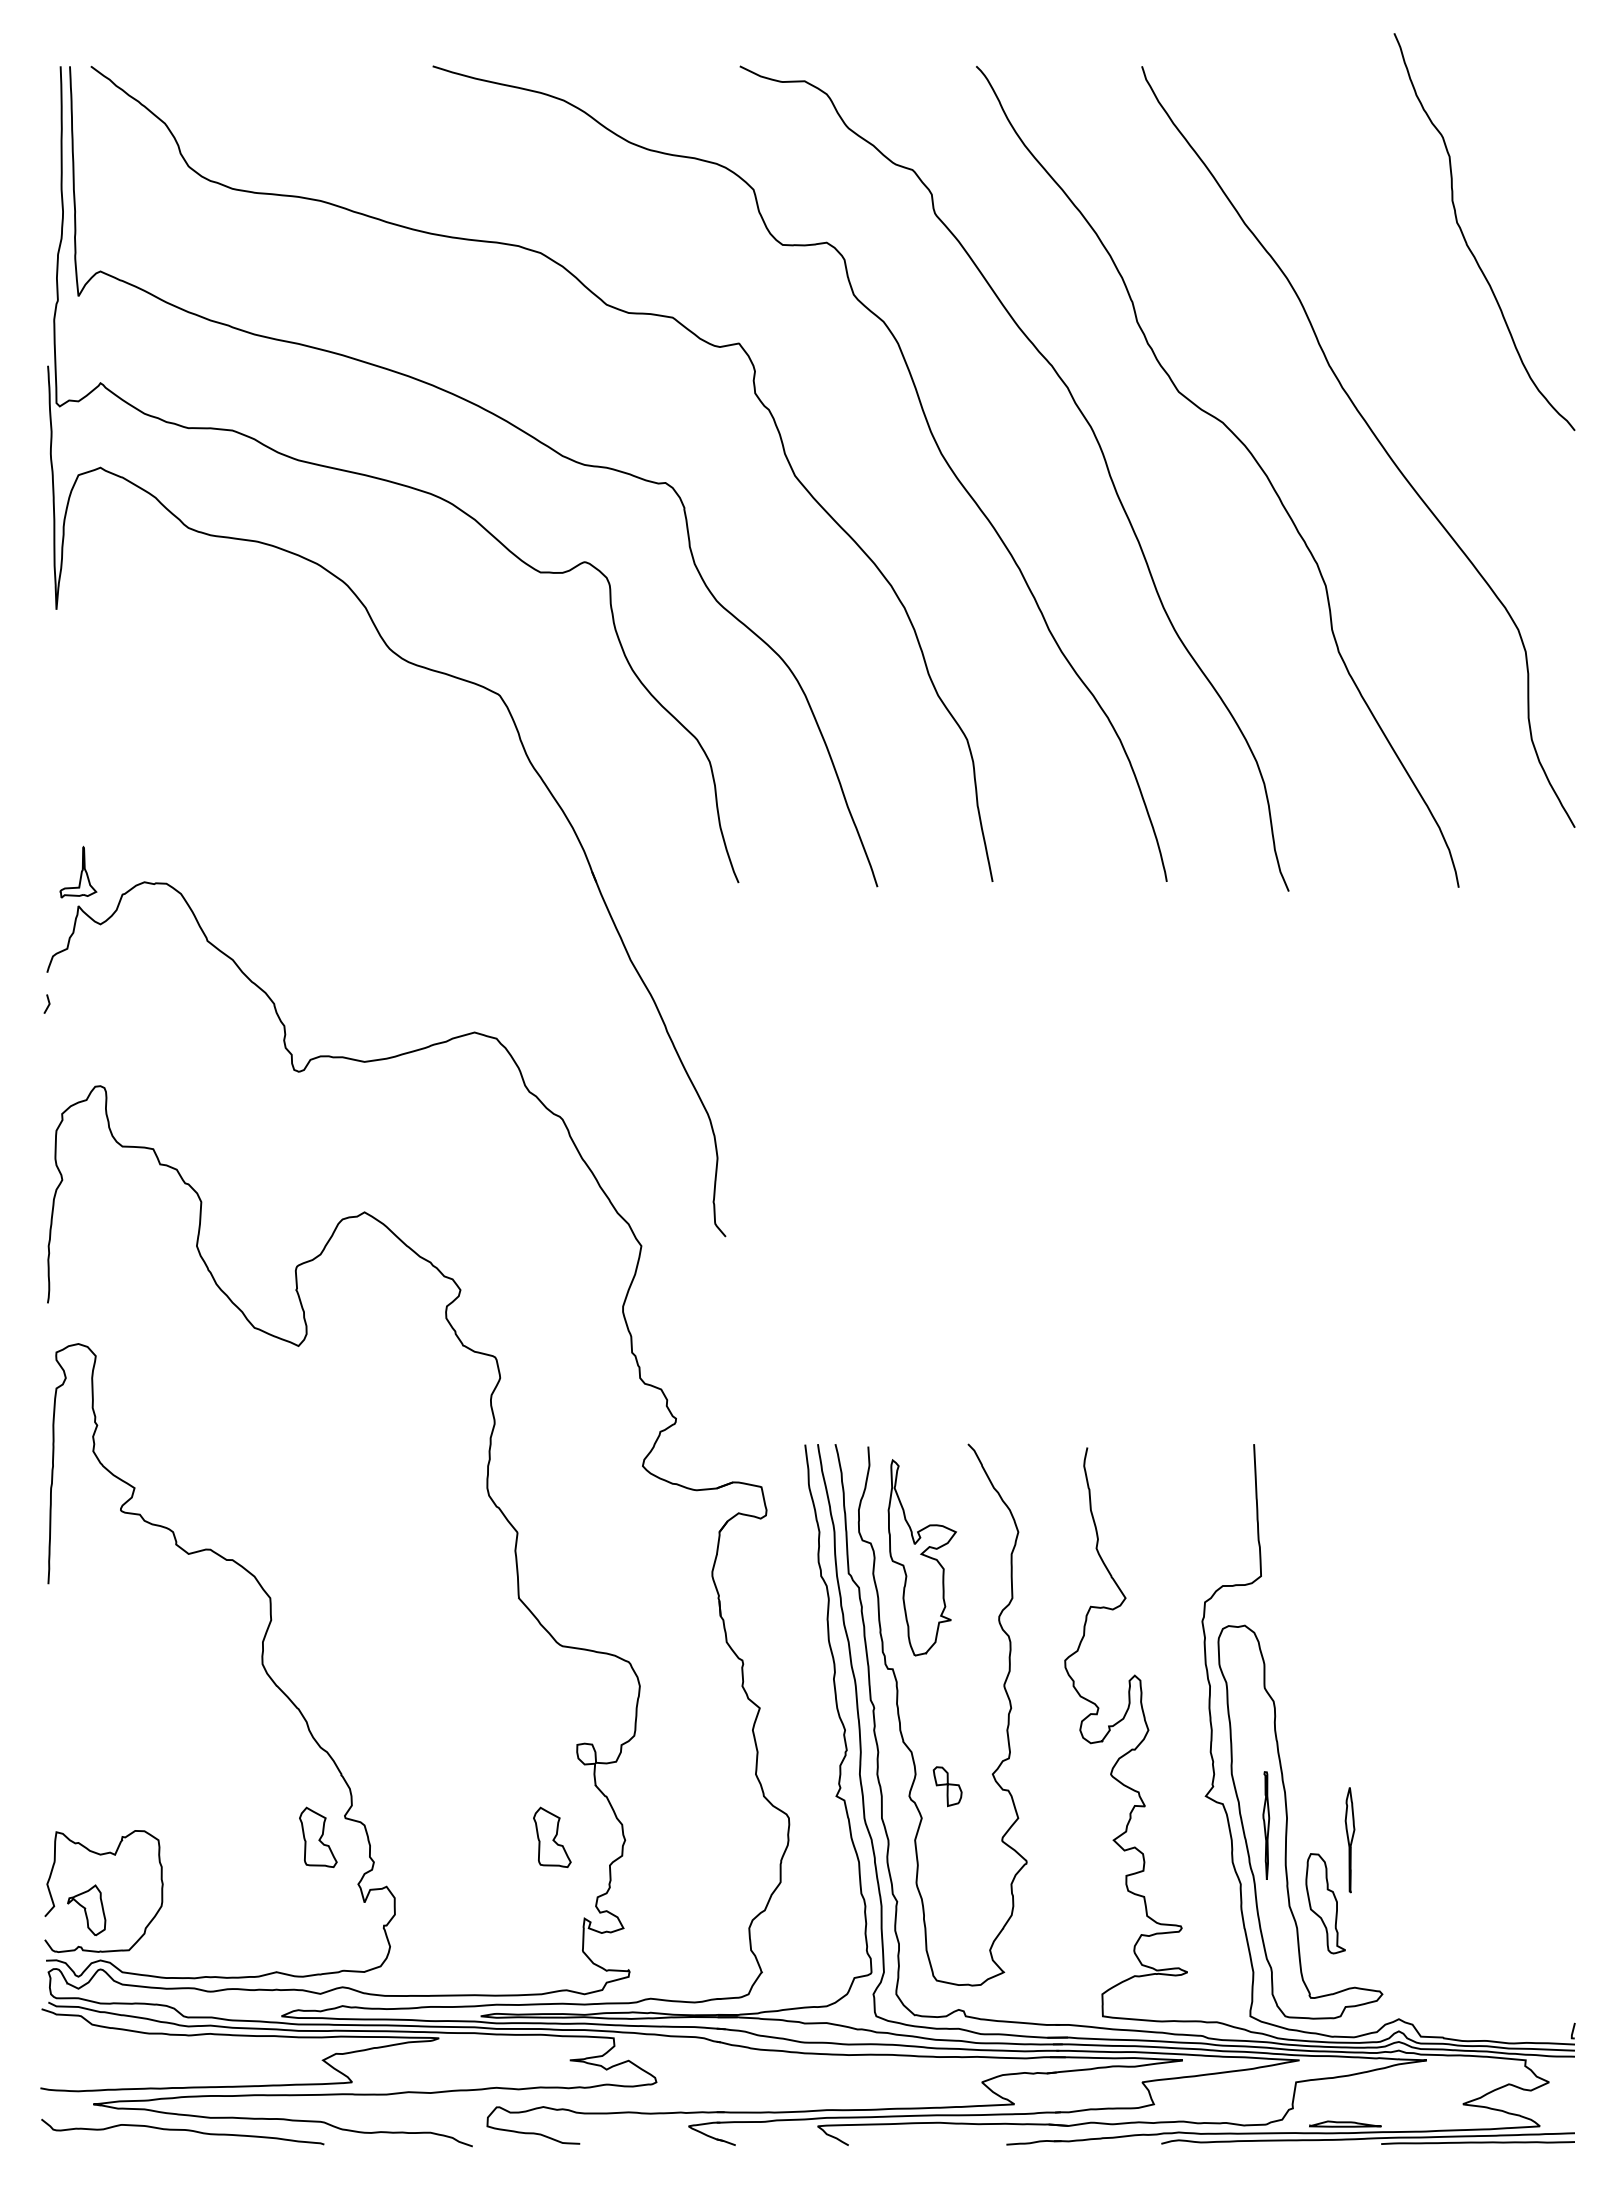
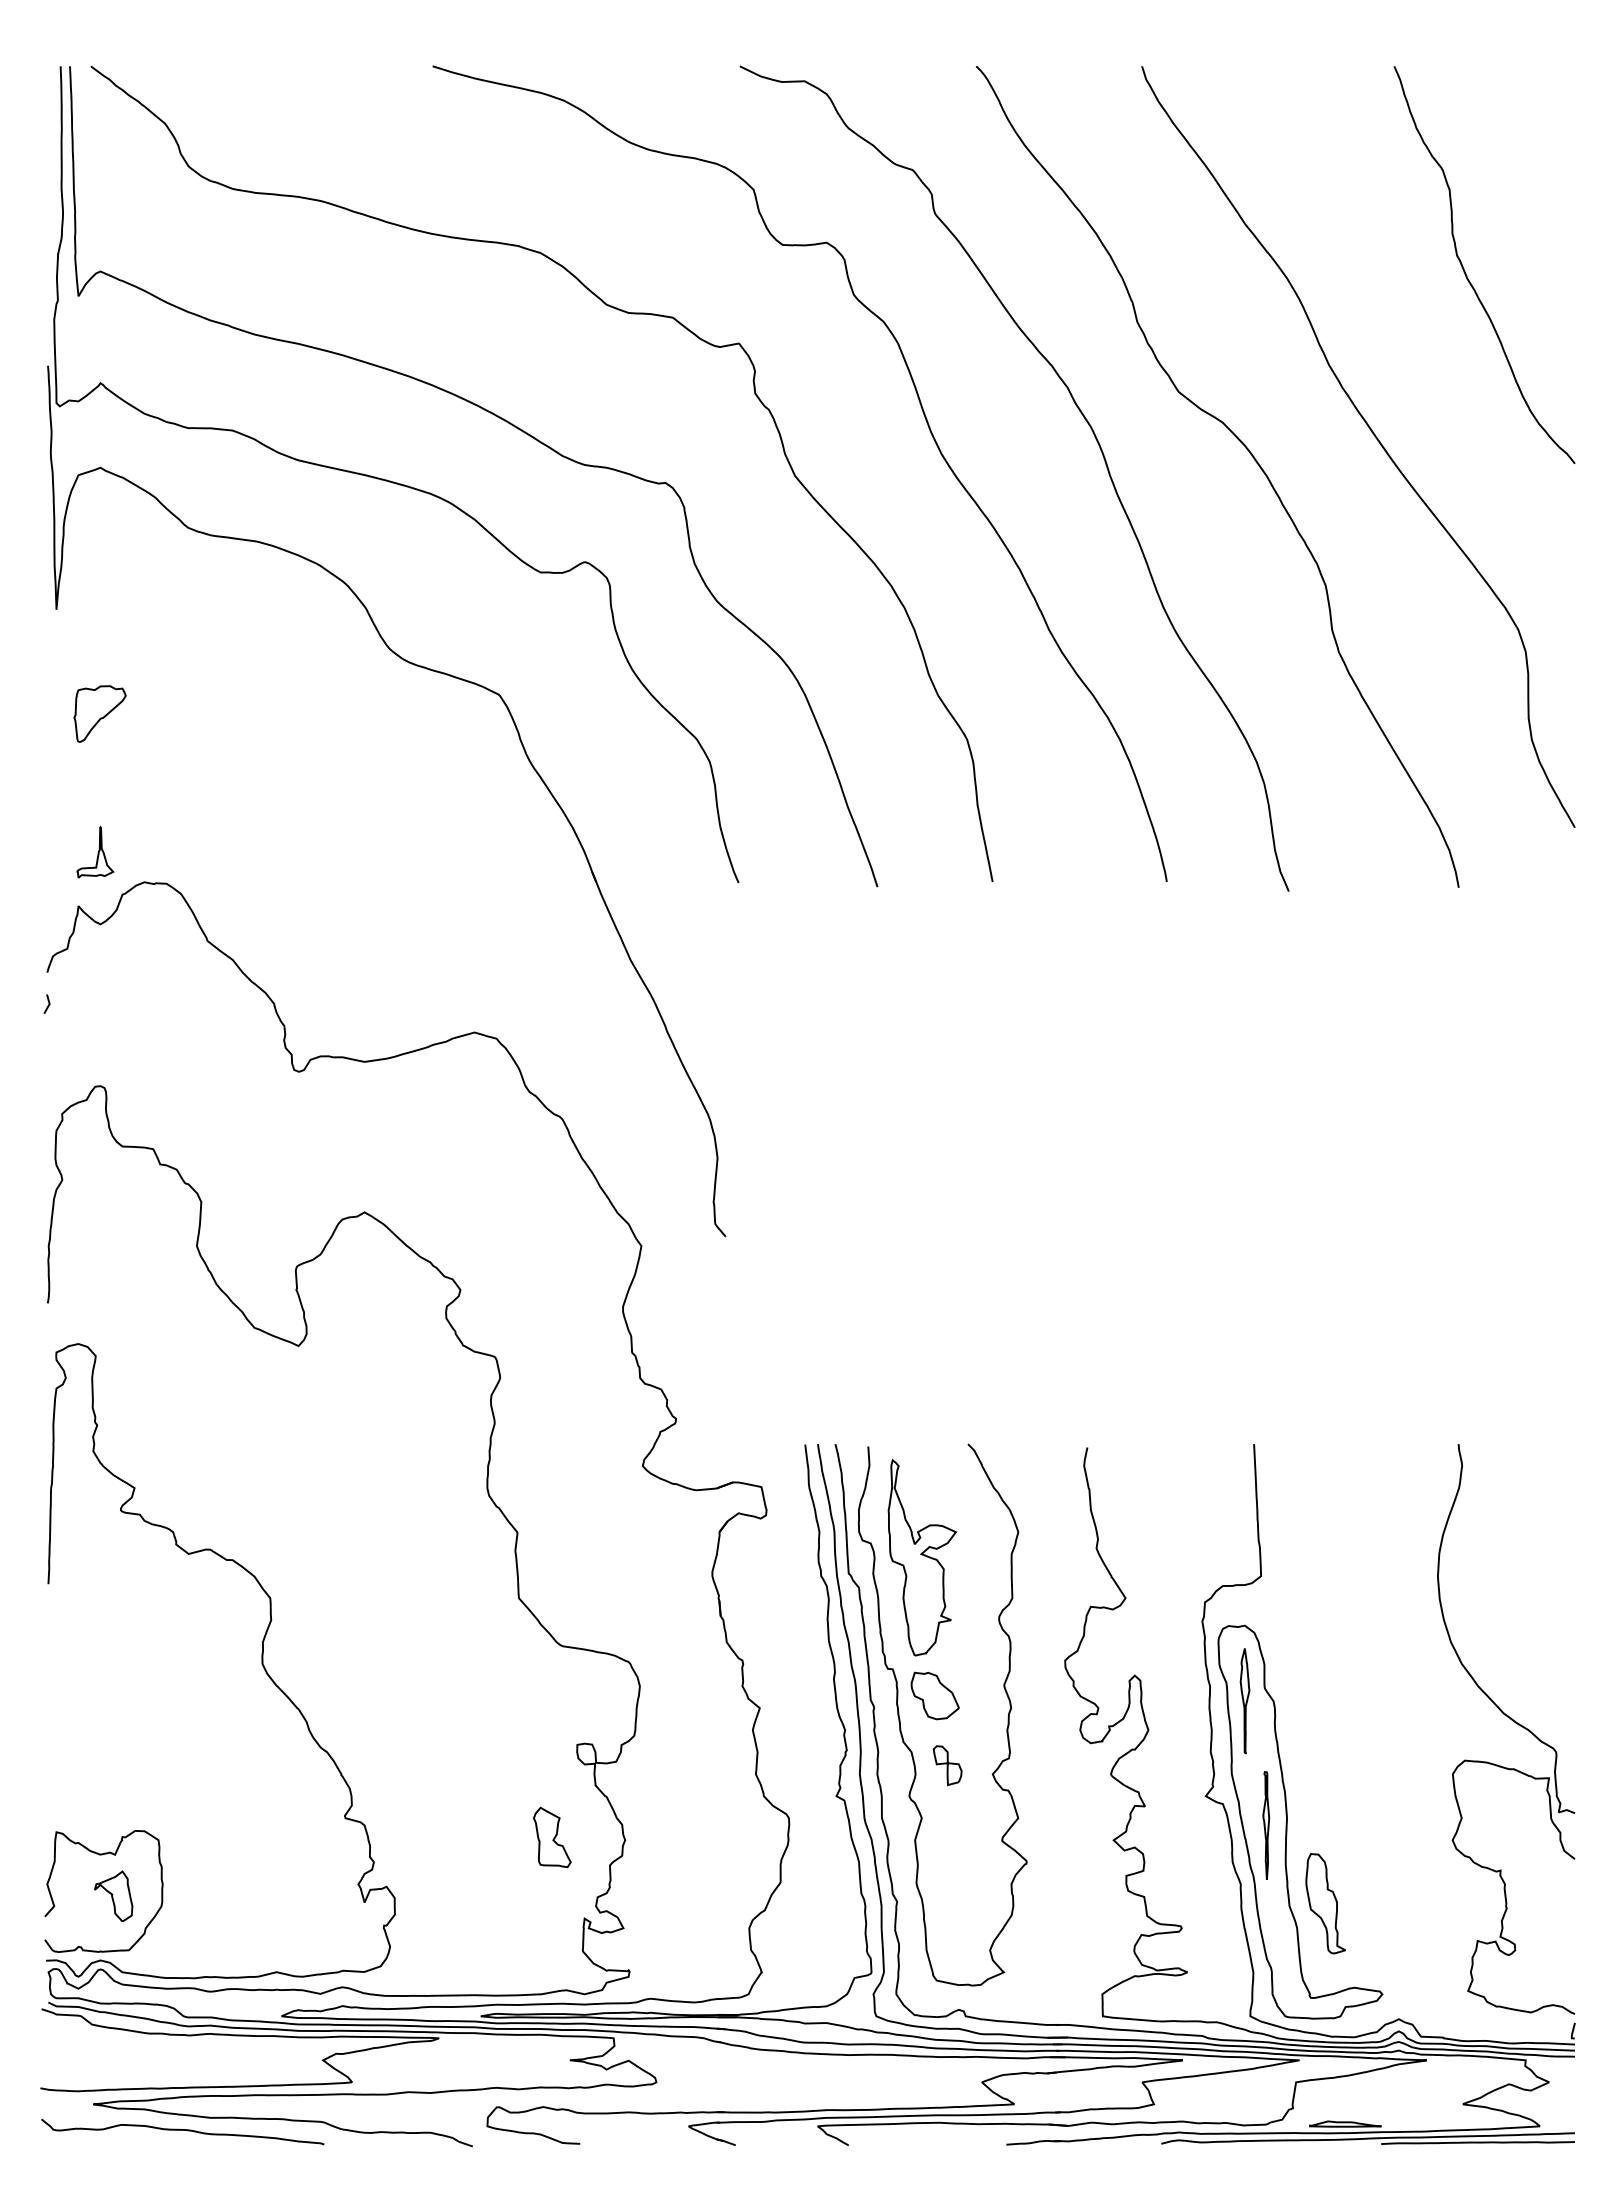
curve at (1466, 240) position: (1466, 240) -> (1466, 273)
part at (99, 713): none -> present
part at (78, 871) position: (78, 871) -> (95, 851)
part at (934, 1695): none -> present
part at (1512, 1721): none -> present
part at (947, 1786) position: (947, 1786) -> (947, 1765)
part at (318, 1837): present -> none
part at (1349, 1840) position: (1349, 1840) -> (1244, 1701)
part at (86, 1910) position: (86, 1910) -> (113, 1896)
